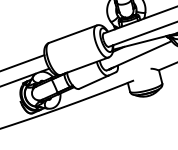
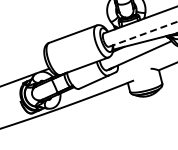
line at (143, 34): solid -> dashed
line at (23, 62): present -> none
